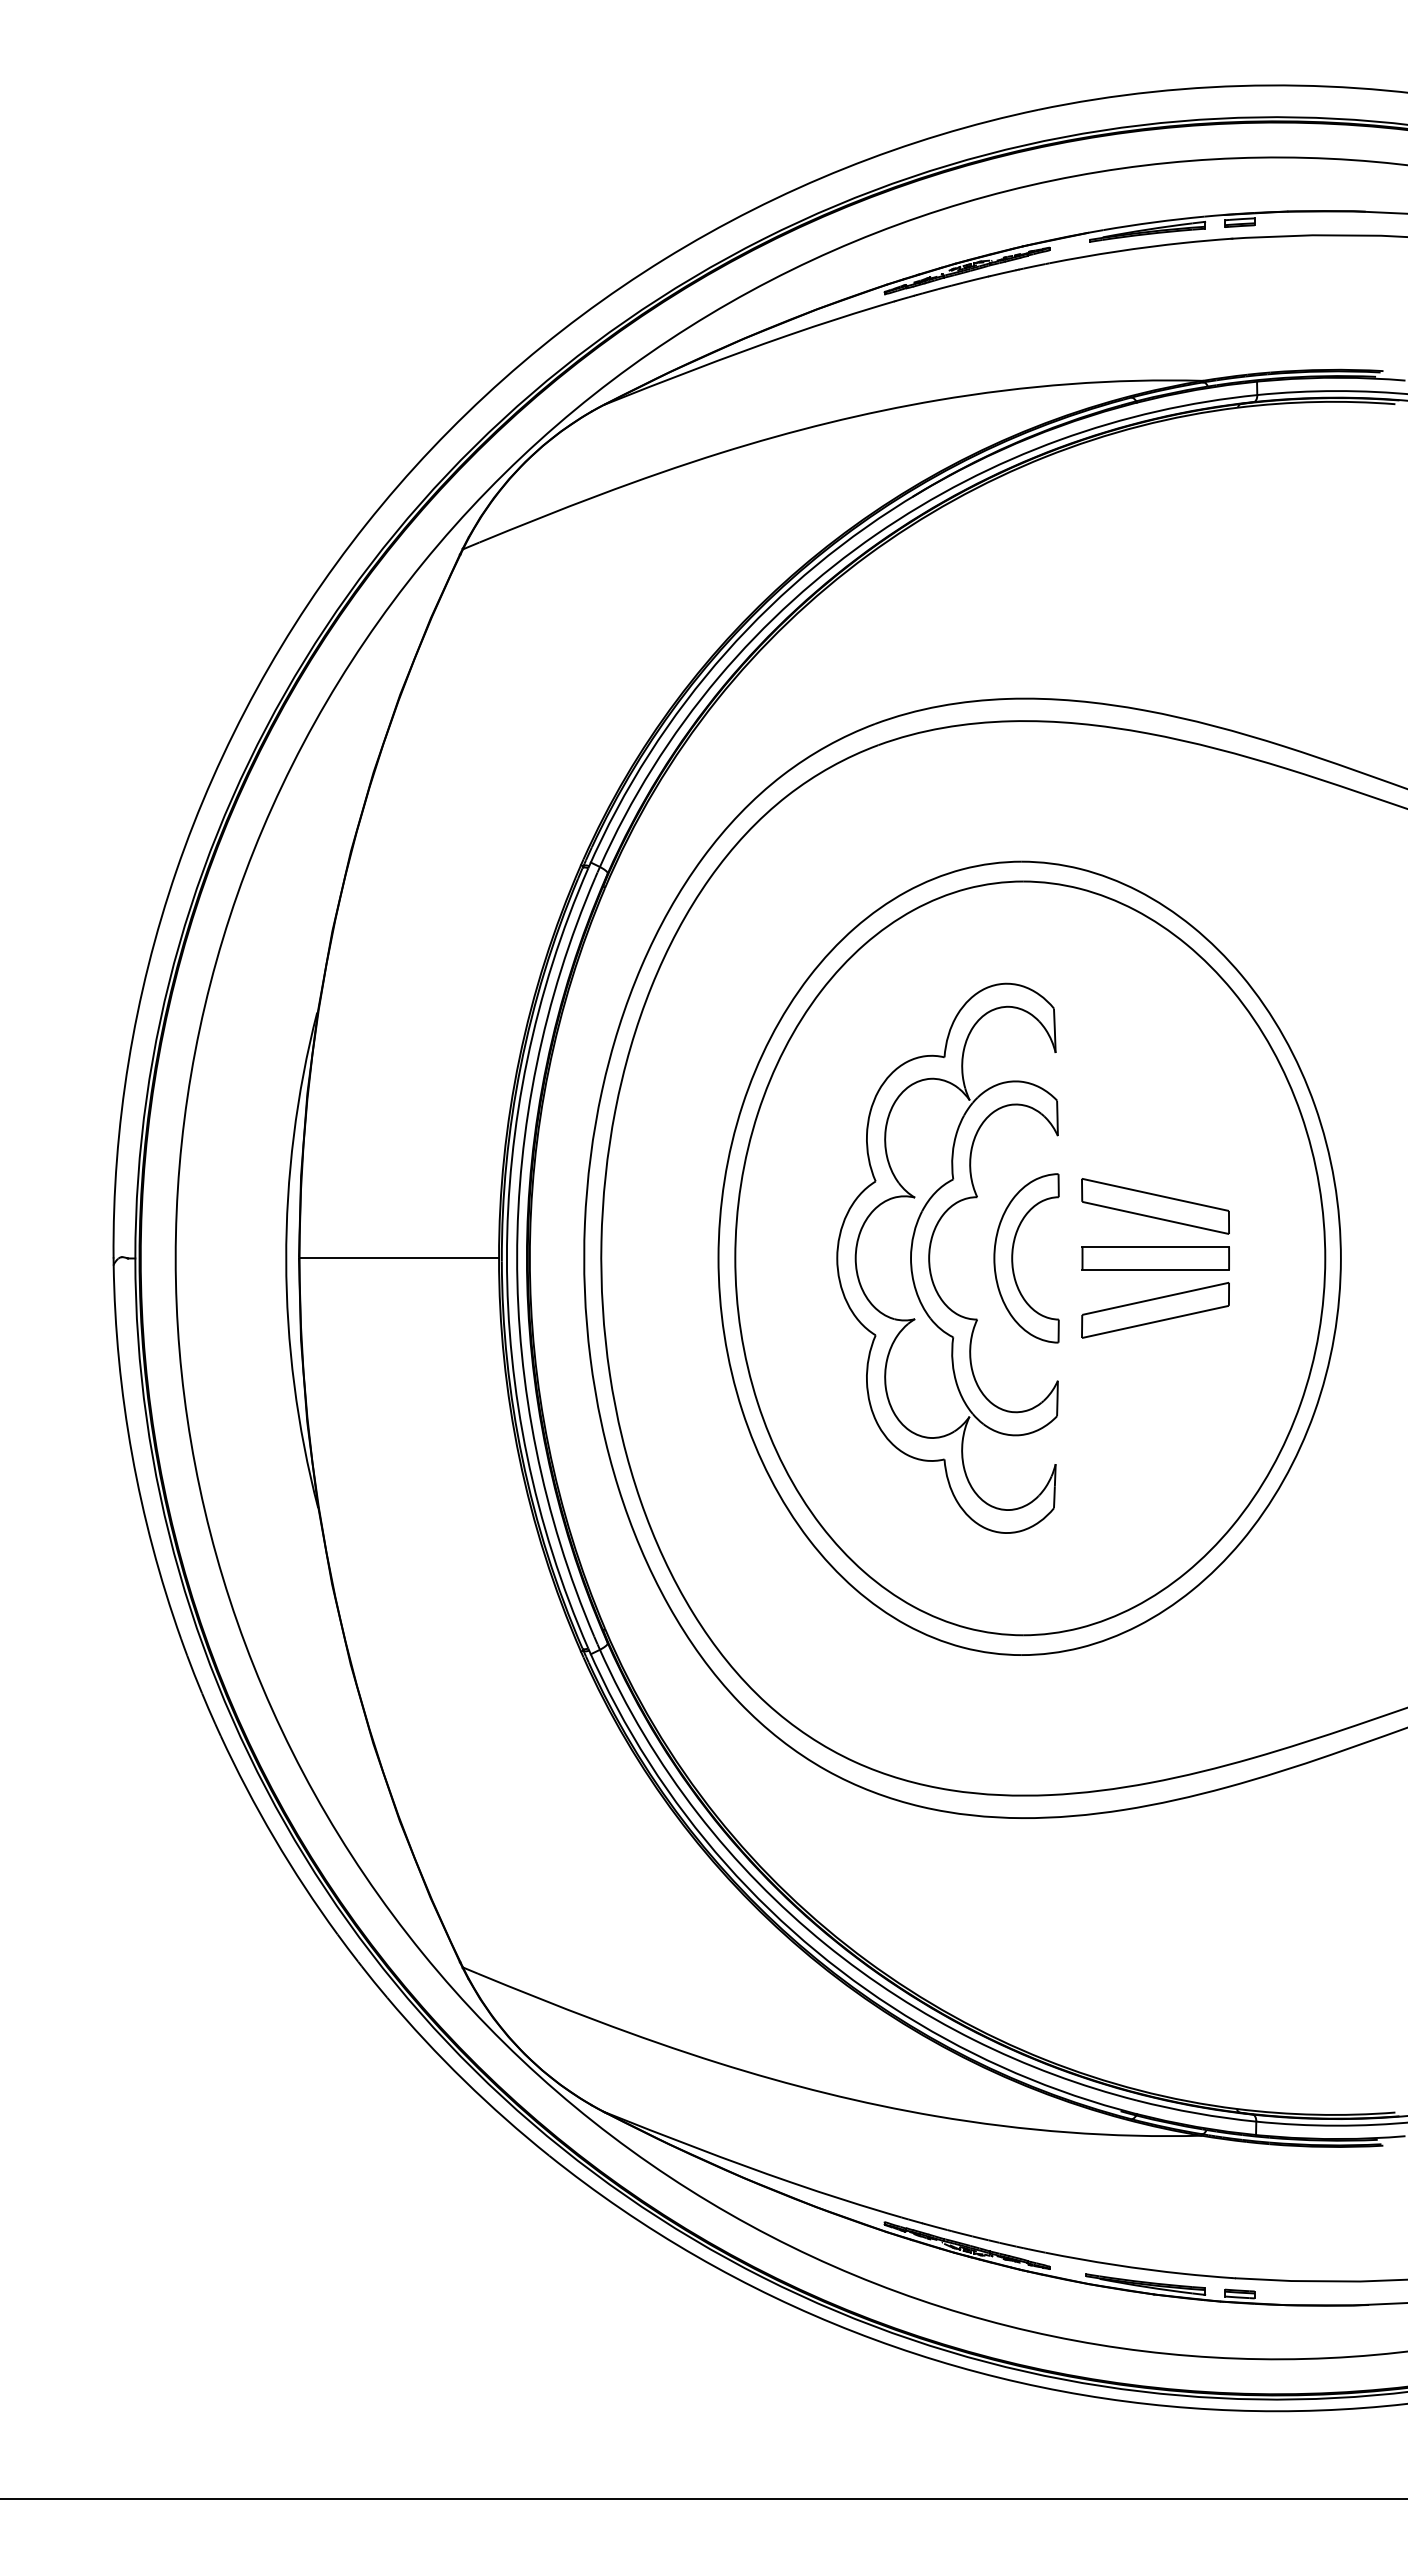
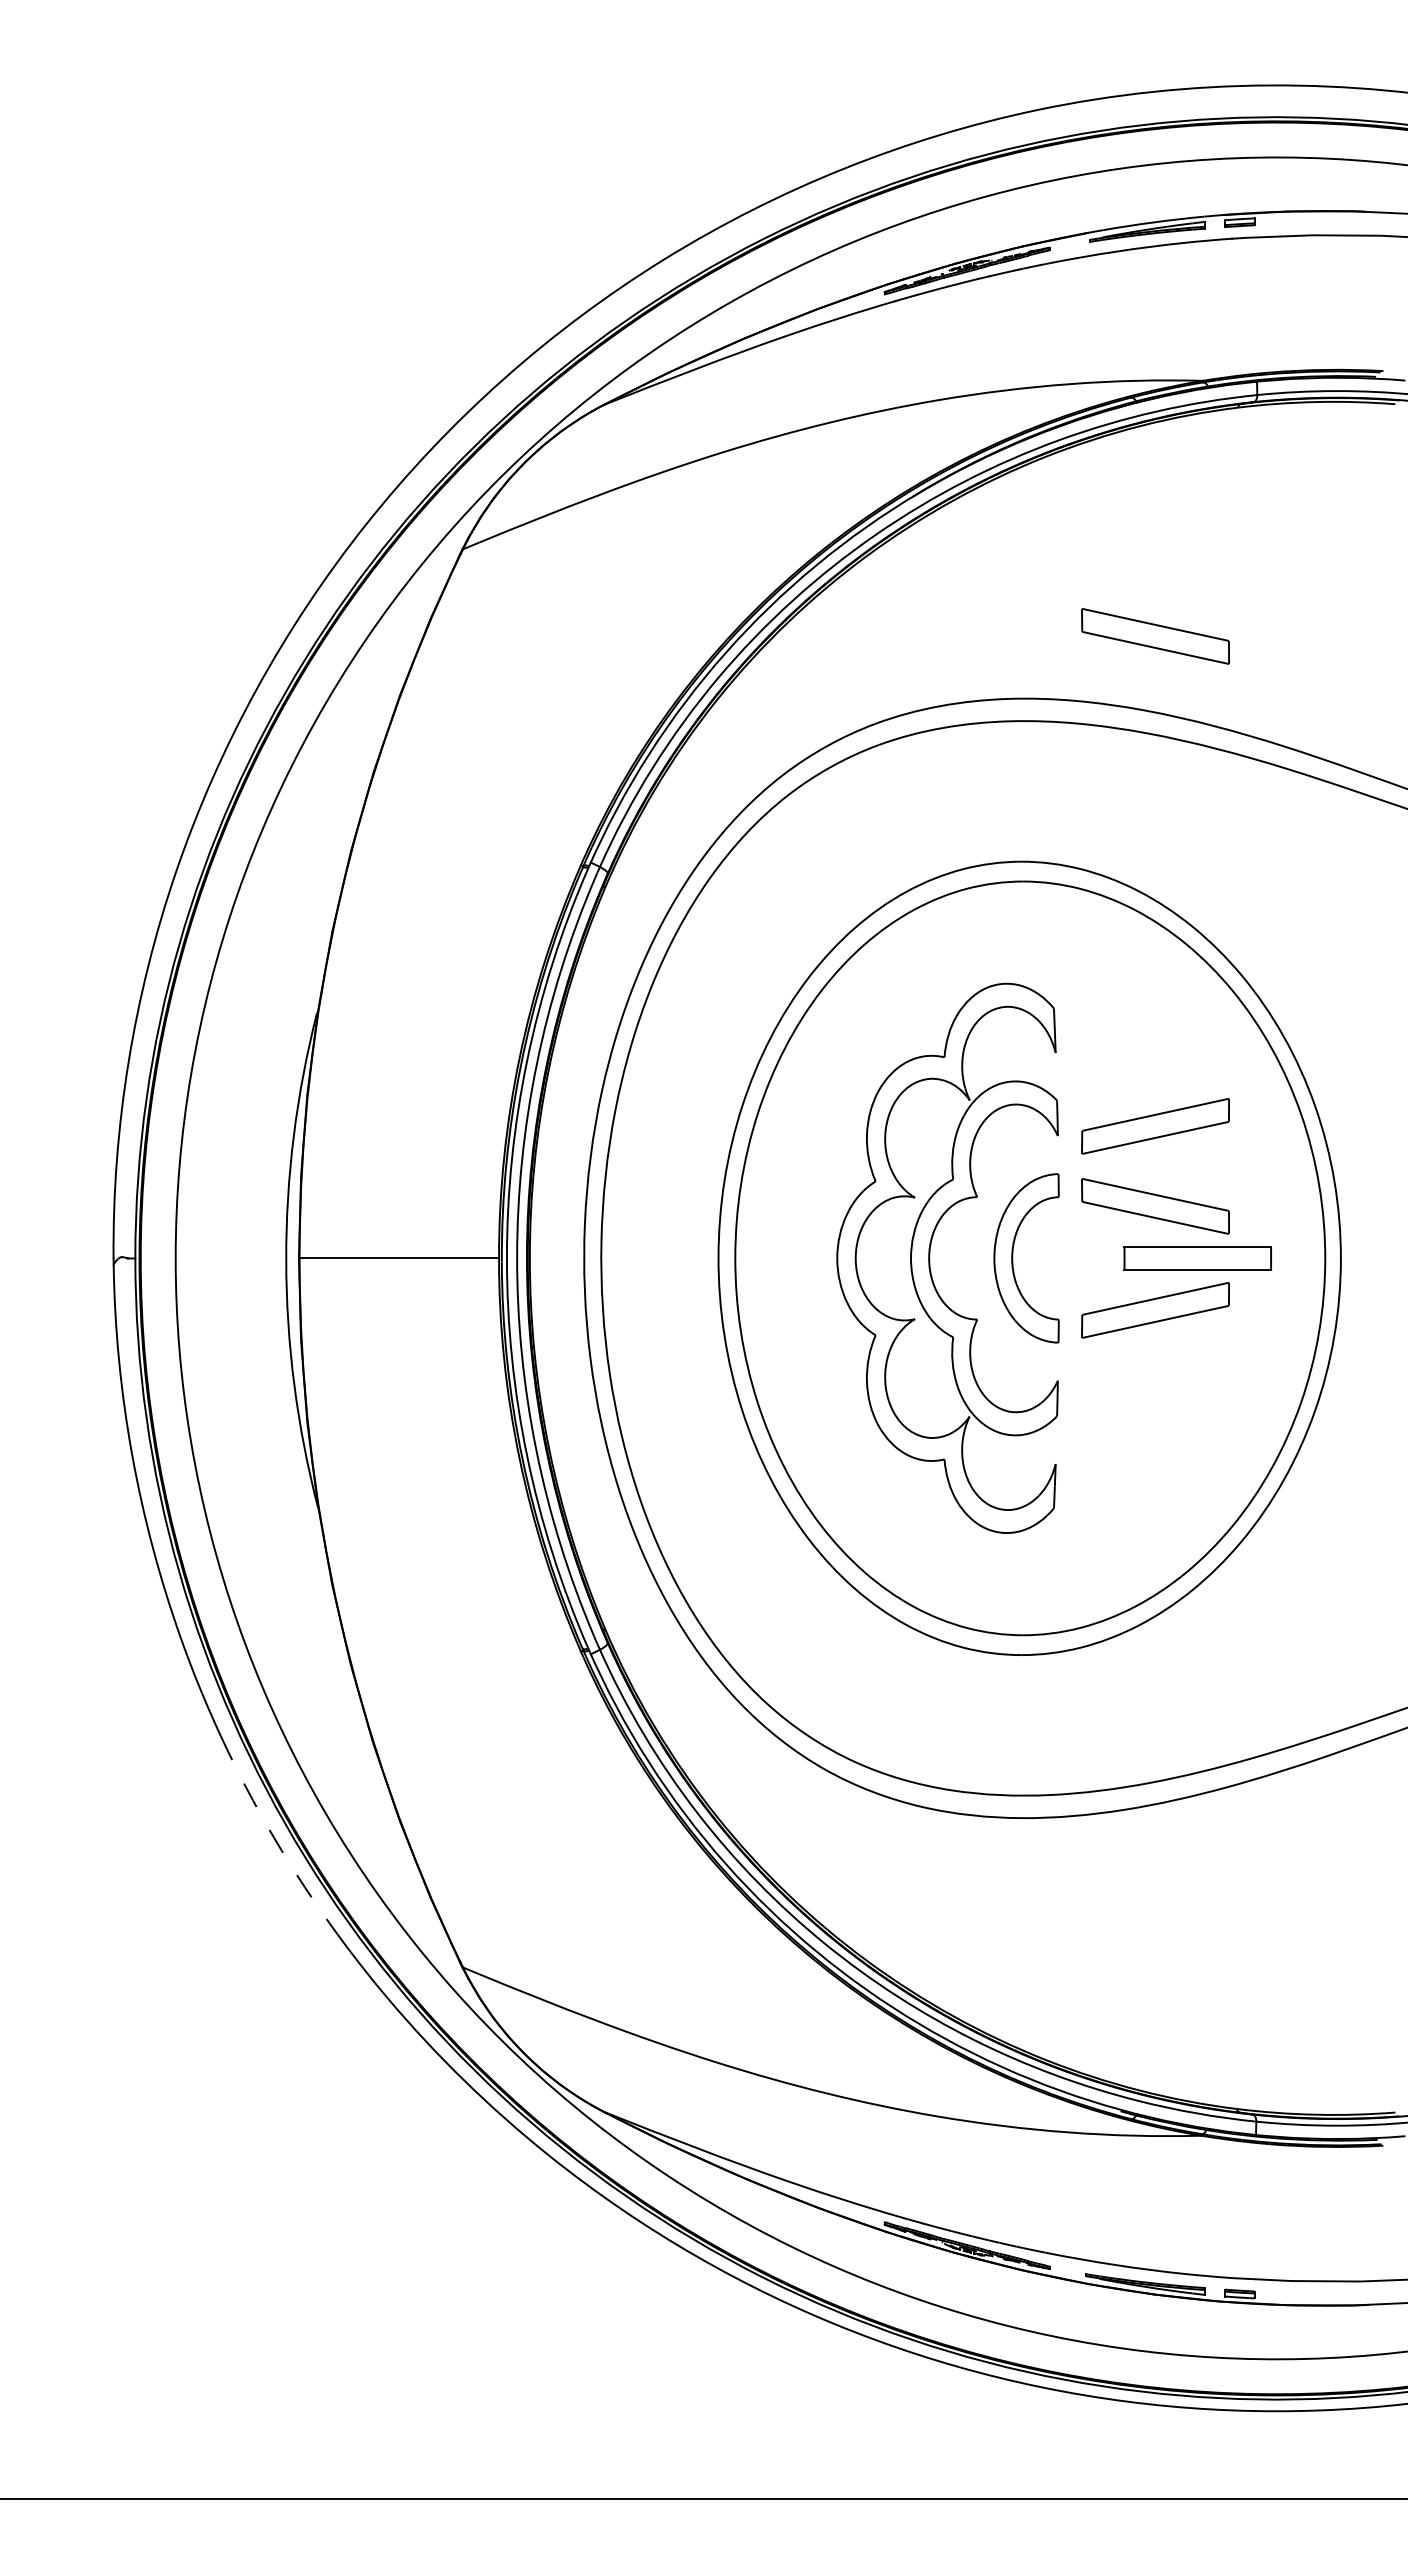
part at (1155, 636): none -> present
part at (1155, 1126): none -> present
part at (1155, 1258) position: (1155, 1258) -> (1197, 1258)
arc at (274, 1838): solid -> dashed
